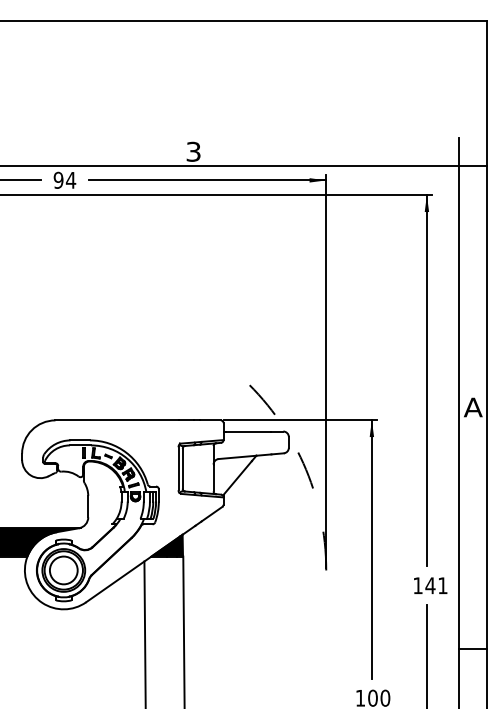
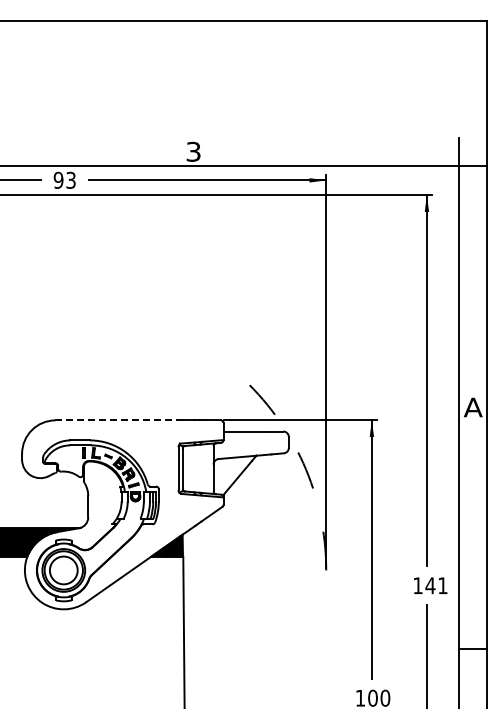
text at (70, 179): 94 -> 93
line at (117, 420): solid -> dashed
line at (144, 633): present -> none
